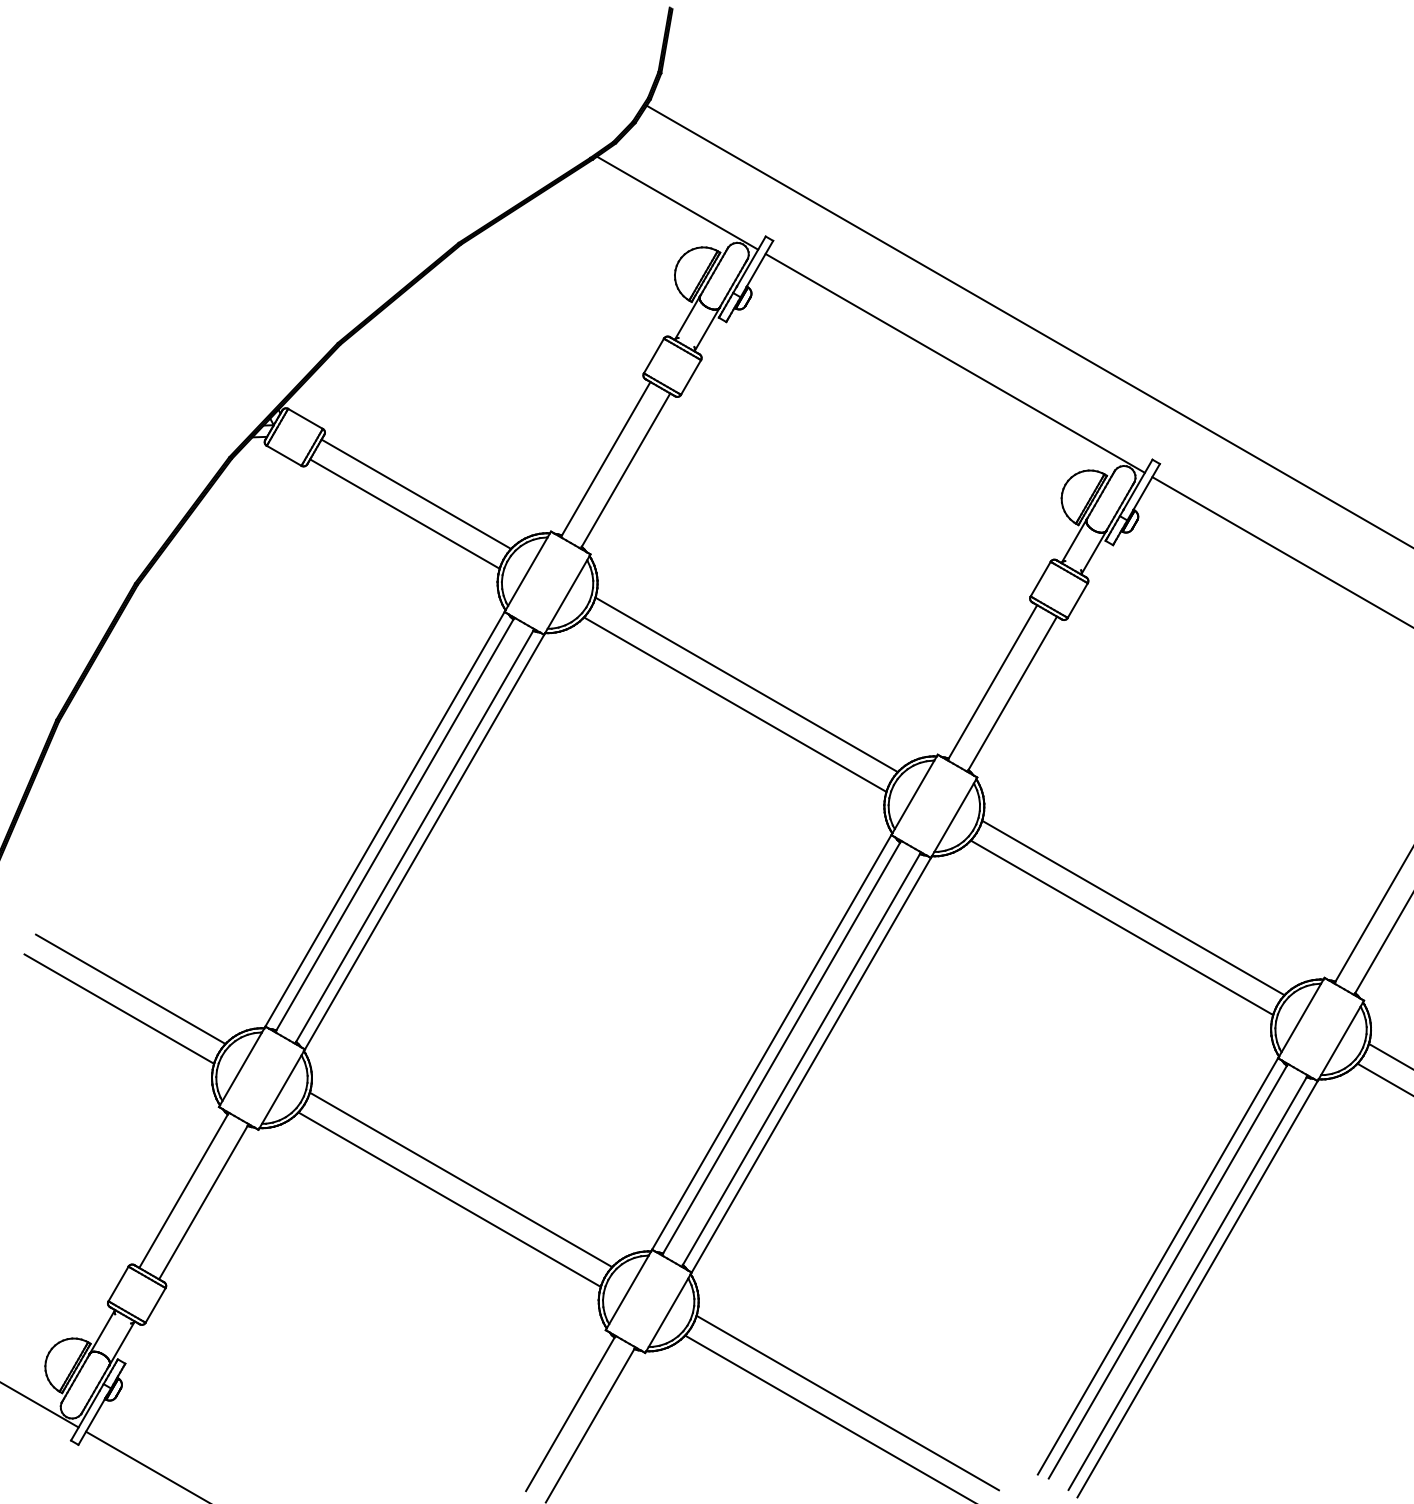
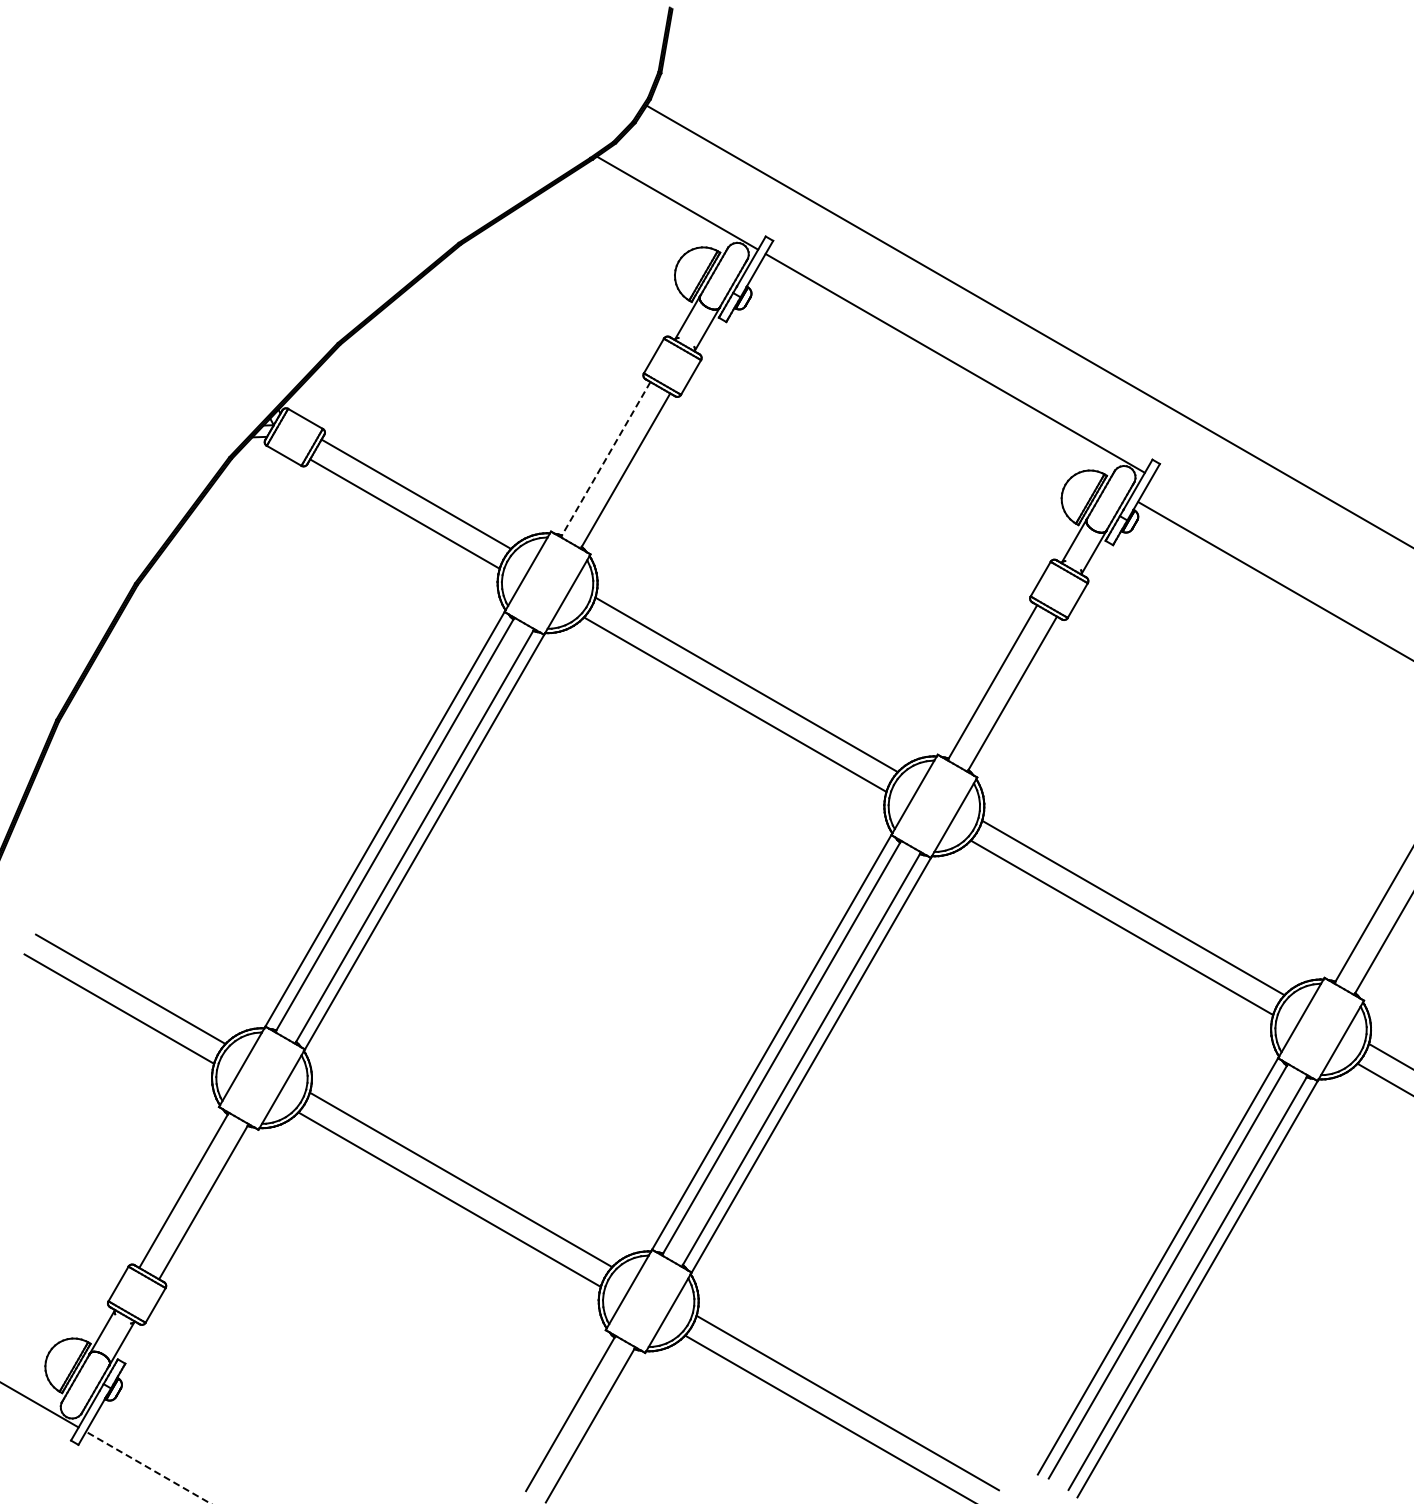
line at (605, 459): solid -> dashed
line at (1281, 551) position: (1281, 551) -> (1274, 580)
line at (148, 1467): solid -> dashed
